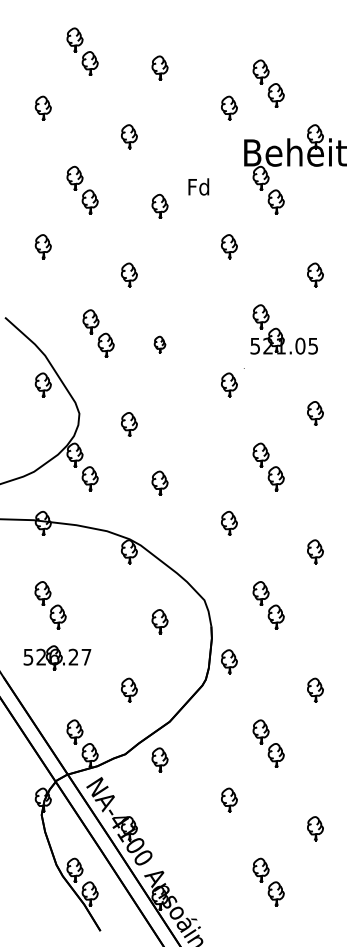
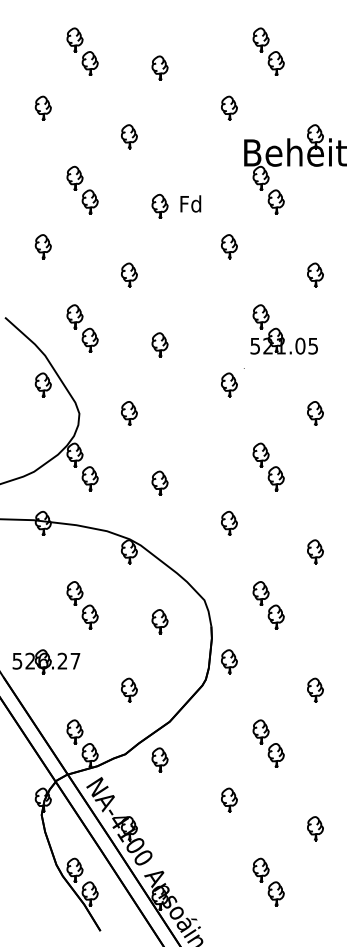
part at (268, 83) position: (268, 83) -> (268, 51)
text at (198, 186) position: (198, 186) -> (190, 203)
part at (98, 333) position: (98, 333) -> (82, 328)
part at (159, 344) size: 14x19 px -> 18x26 px
part at (129, 424) position: (129, 424) -> (129, 413)
part at (50, 605) position: (50, 605) -> (82, 605)
part at (57, 657) position: (57, 657) -> (46, 661)
